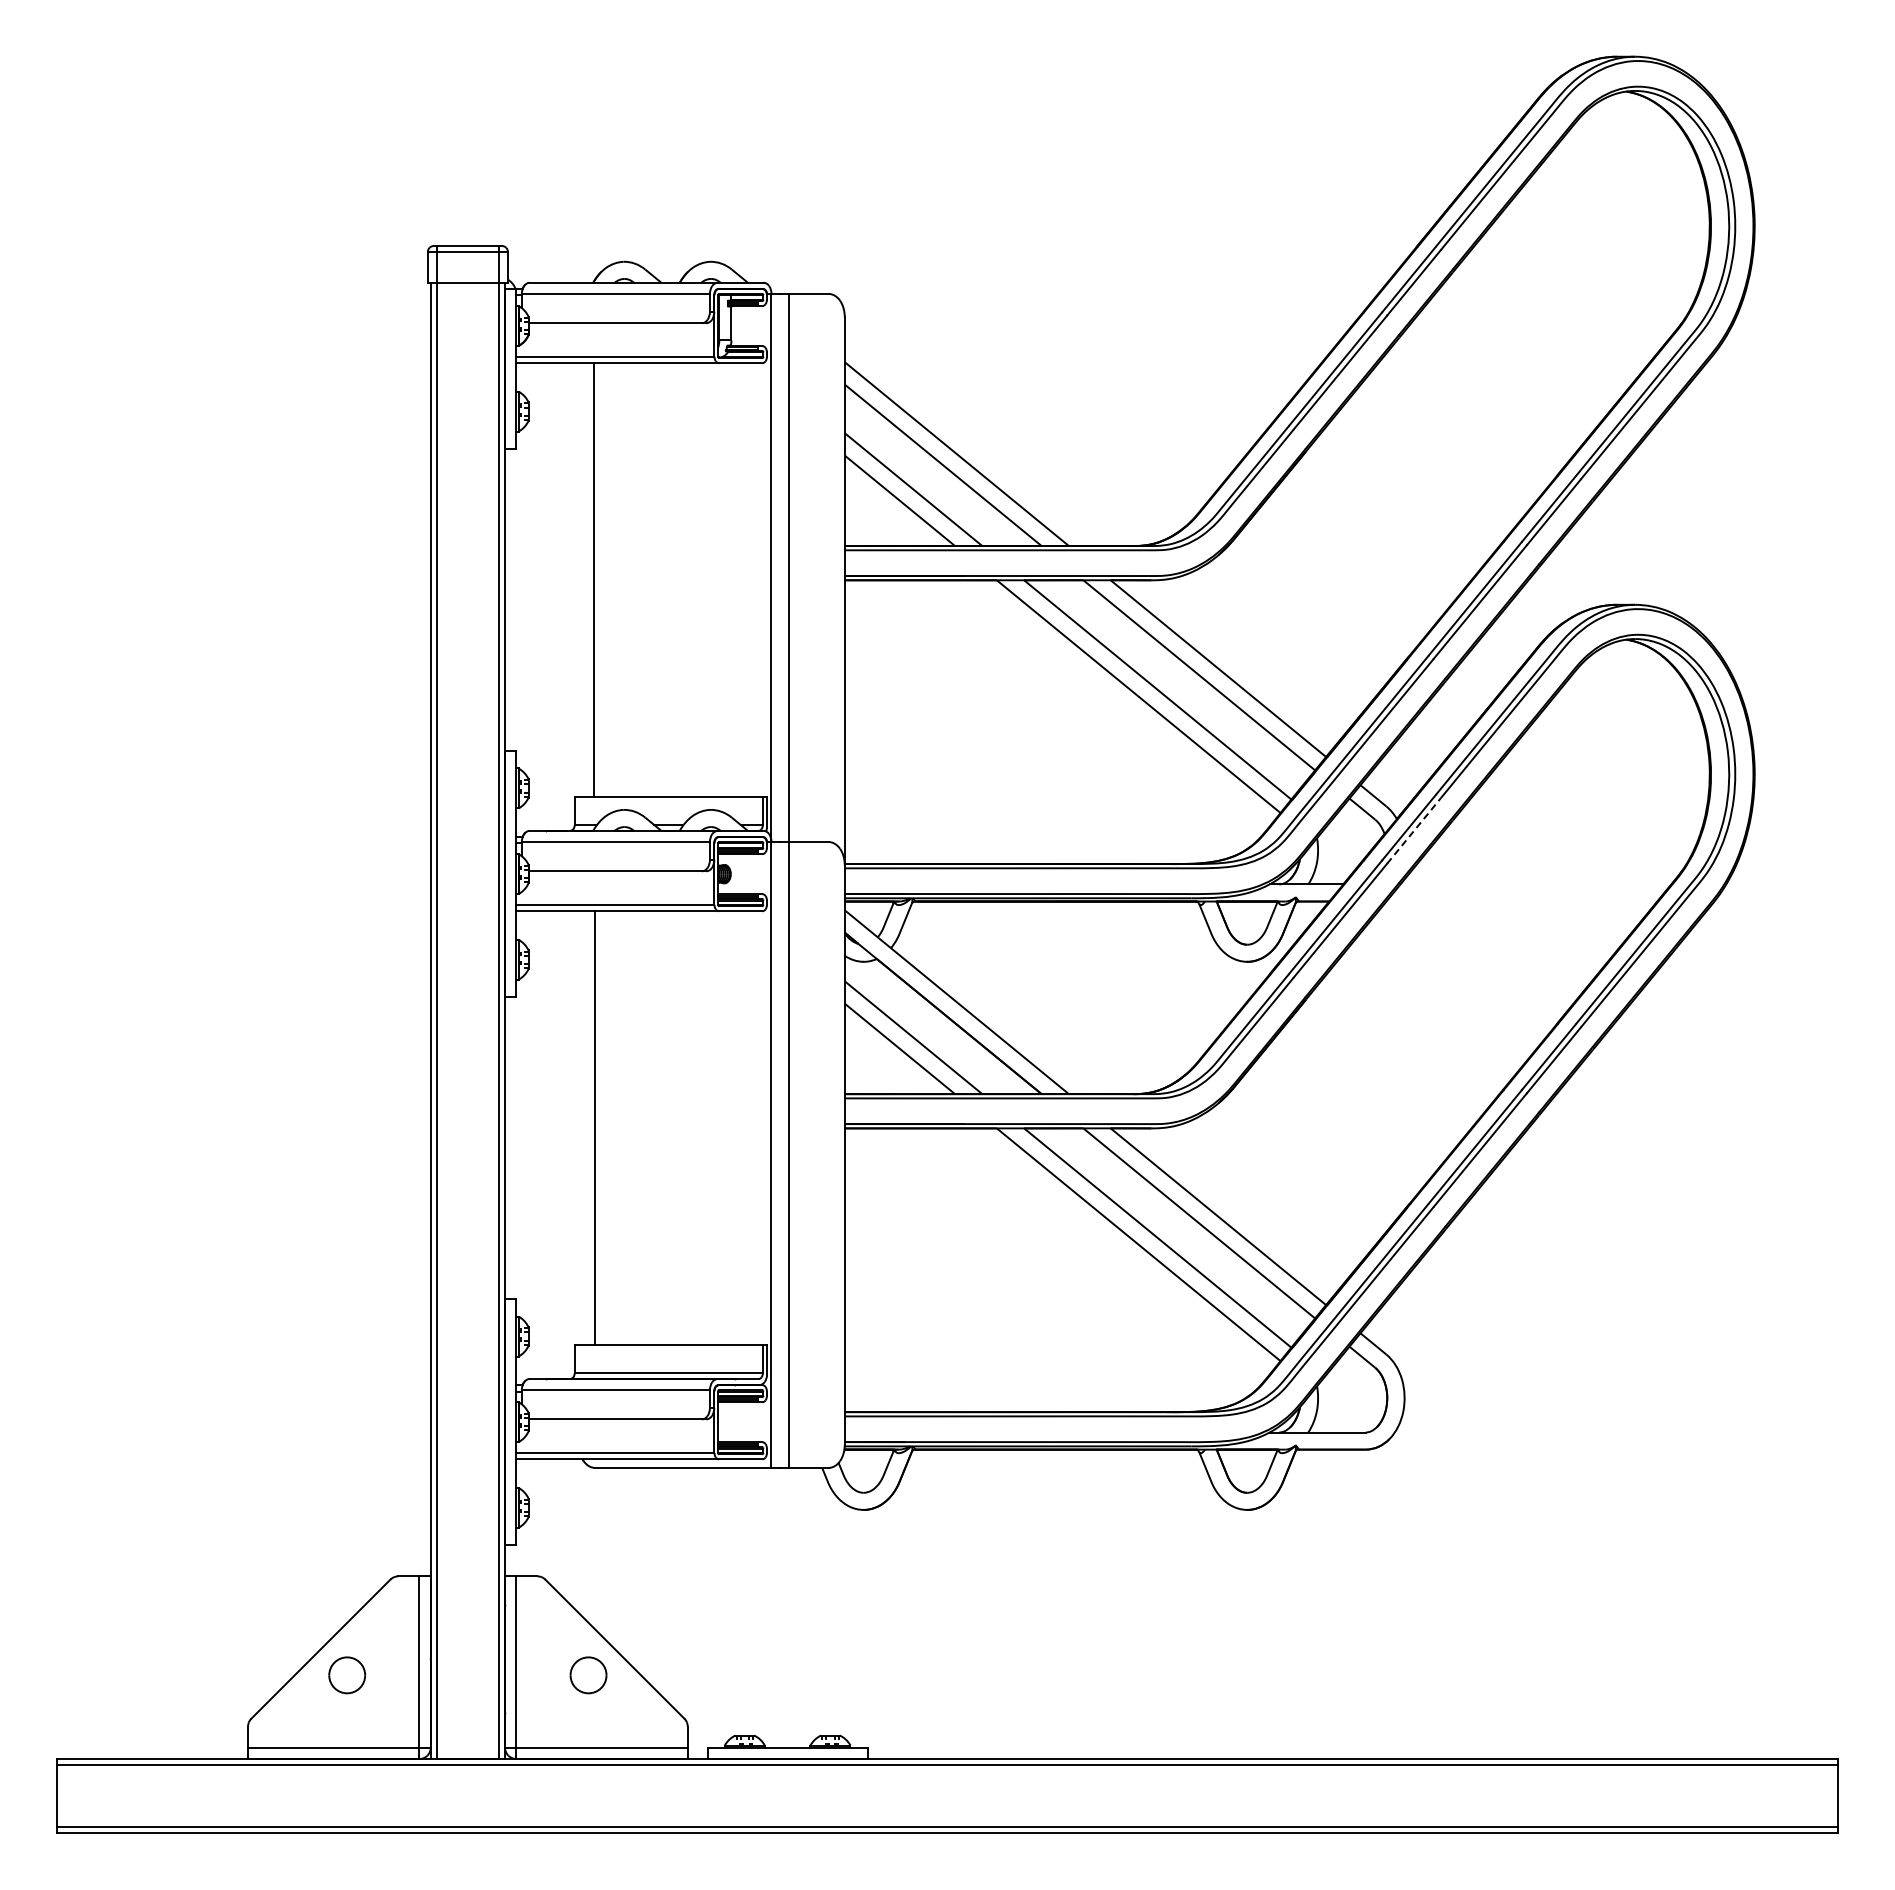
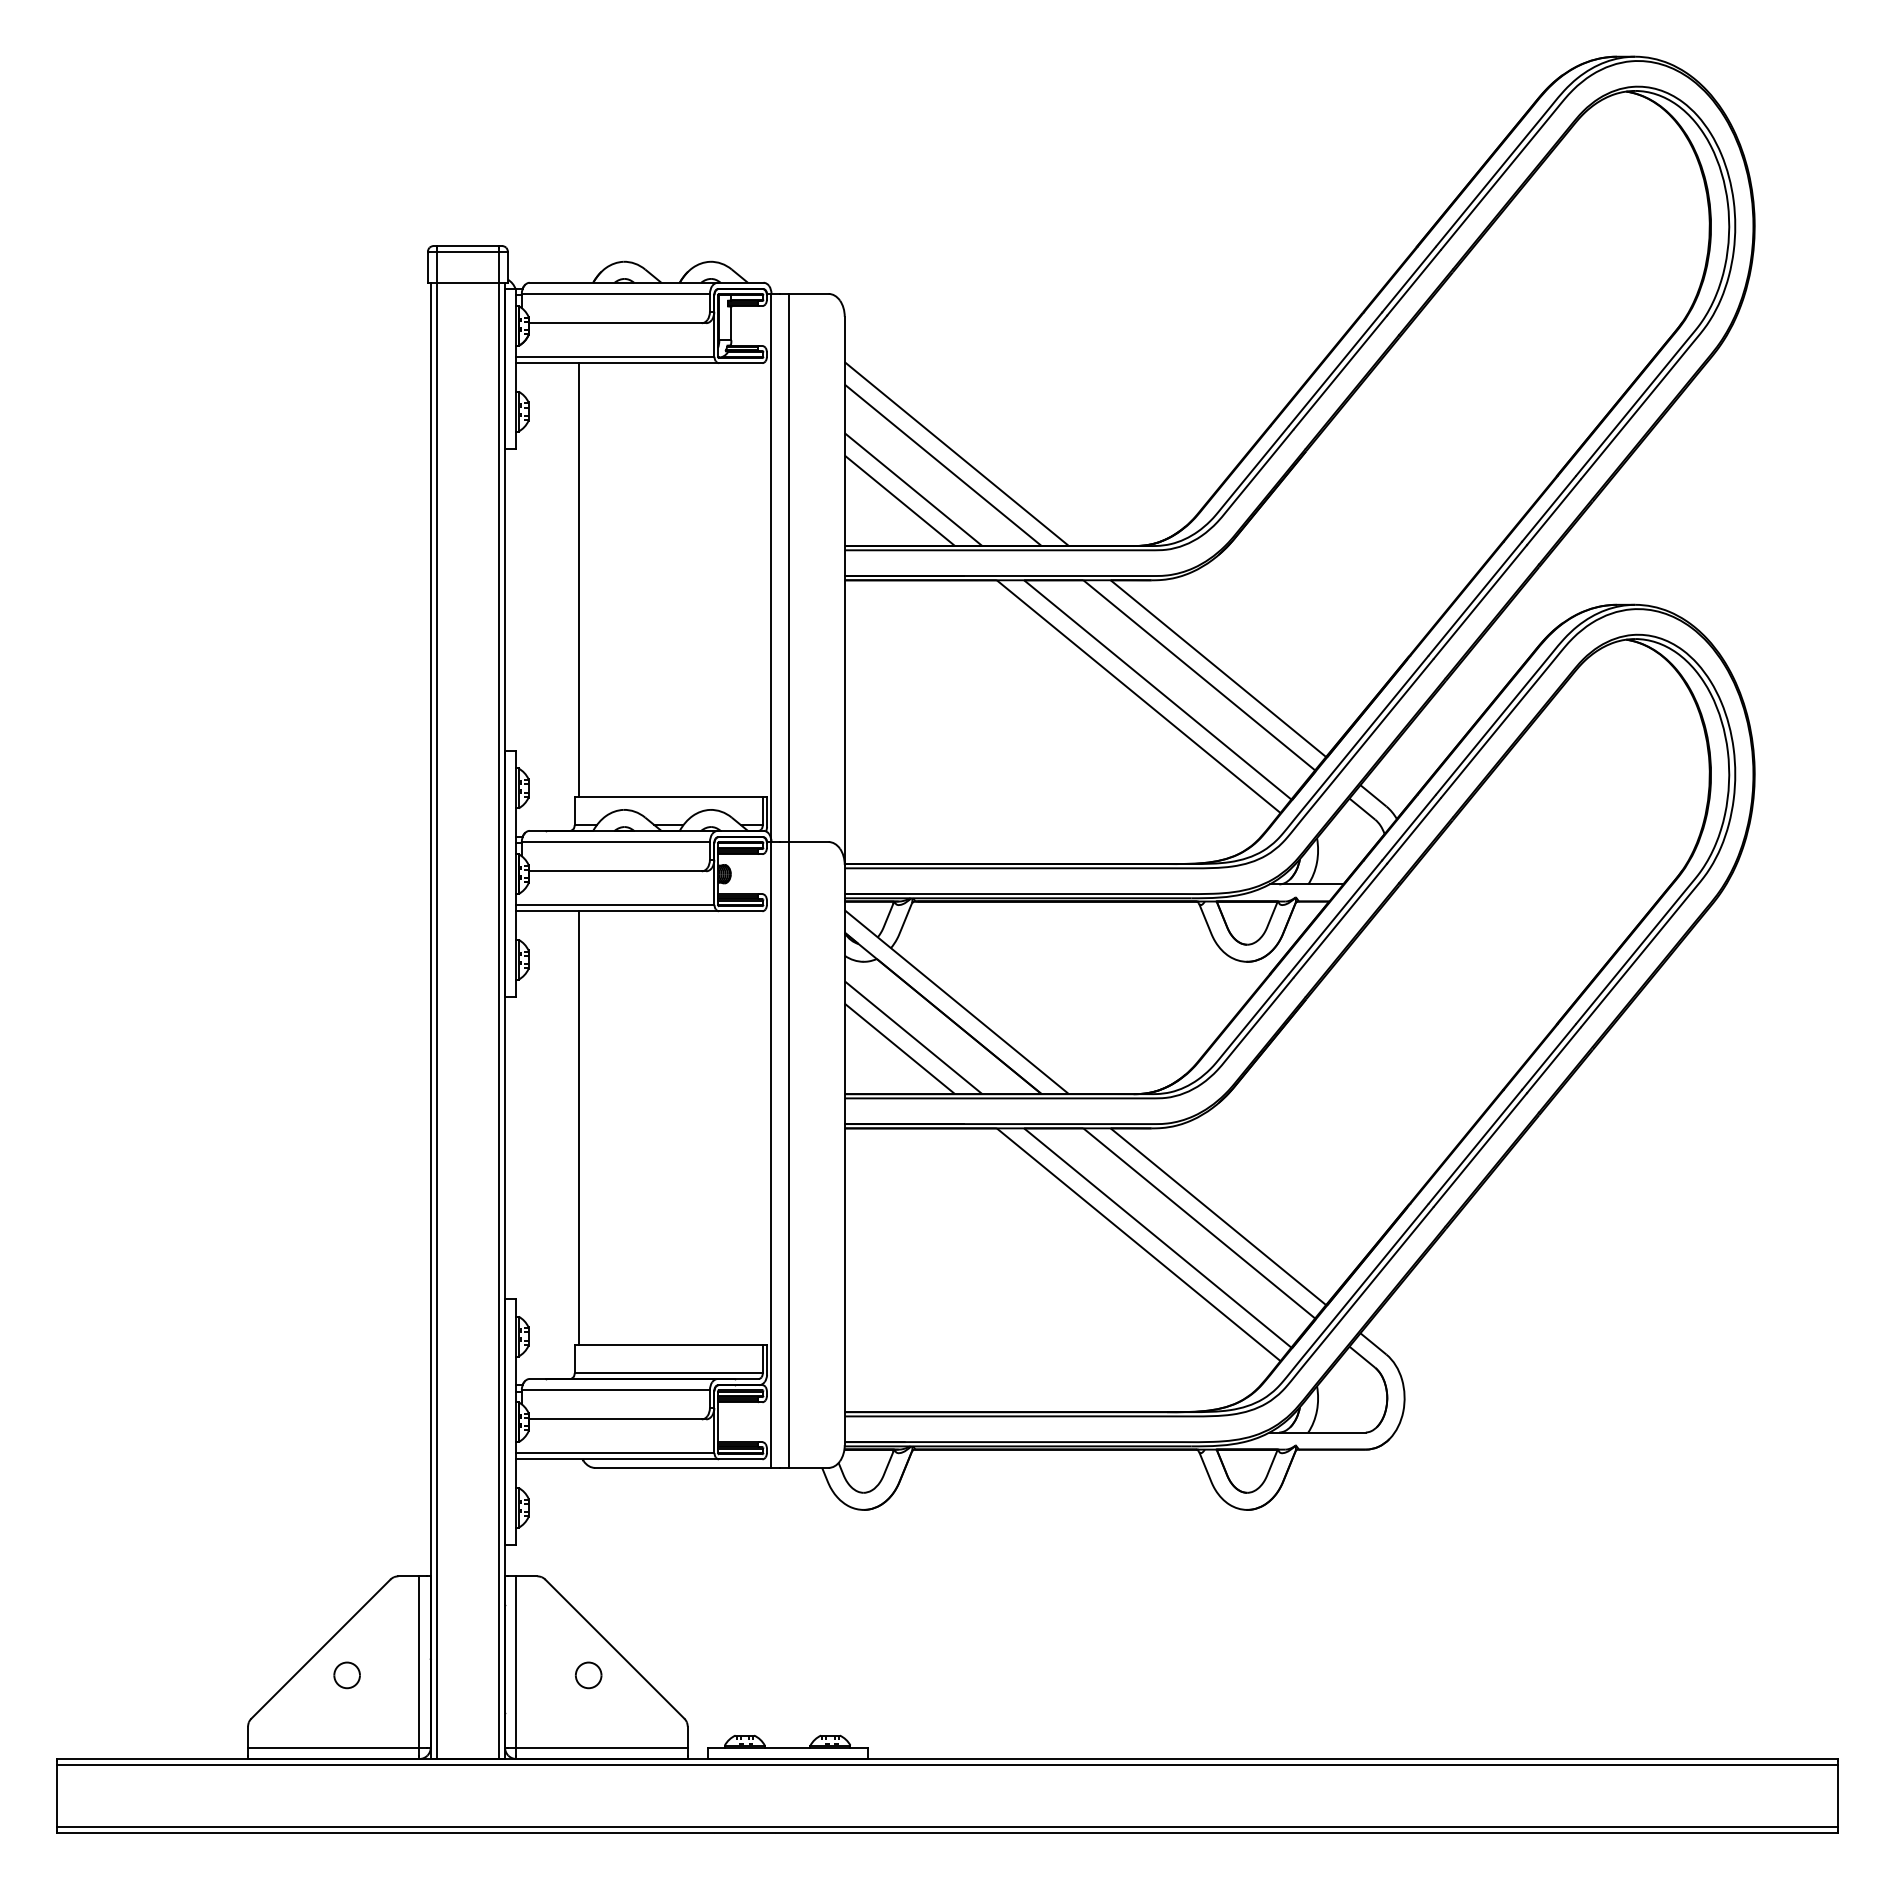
line at (593, 579) position: (593, 579) -> (578, 579)
line at (1414, 830): dashed -> solid
line at (594, 1127) position: (594, 1127) -> (578, 1127)
part at (347, 1675) size: 39x39 px -> 28x29 px
part at (588, 1675) size: 39x39 px -> 28x29 px
